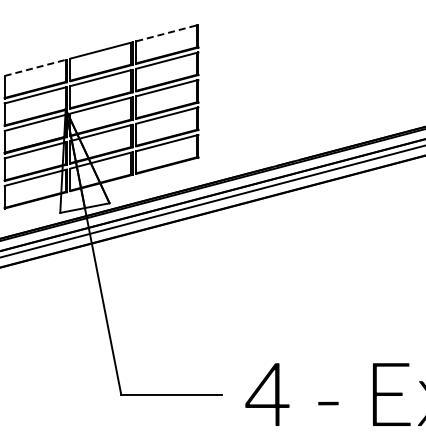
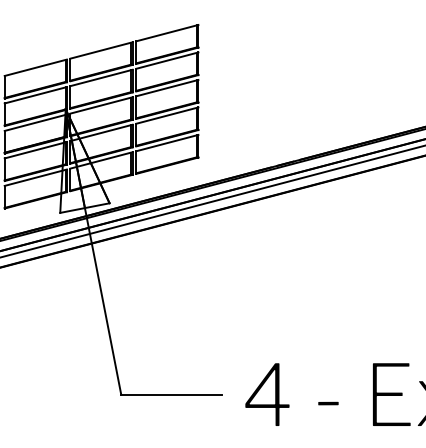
line at (167, 33): dashed -> solid
line at (36, 67): dashed -> solid
